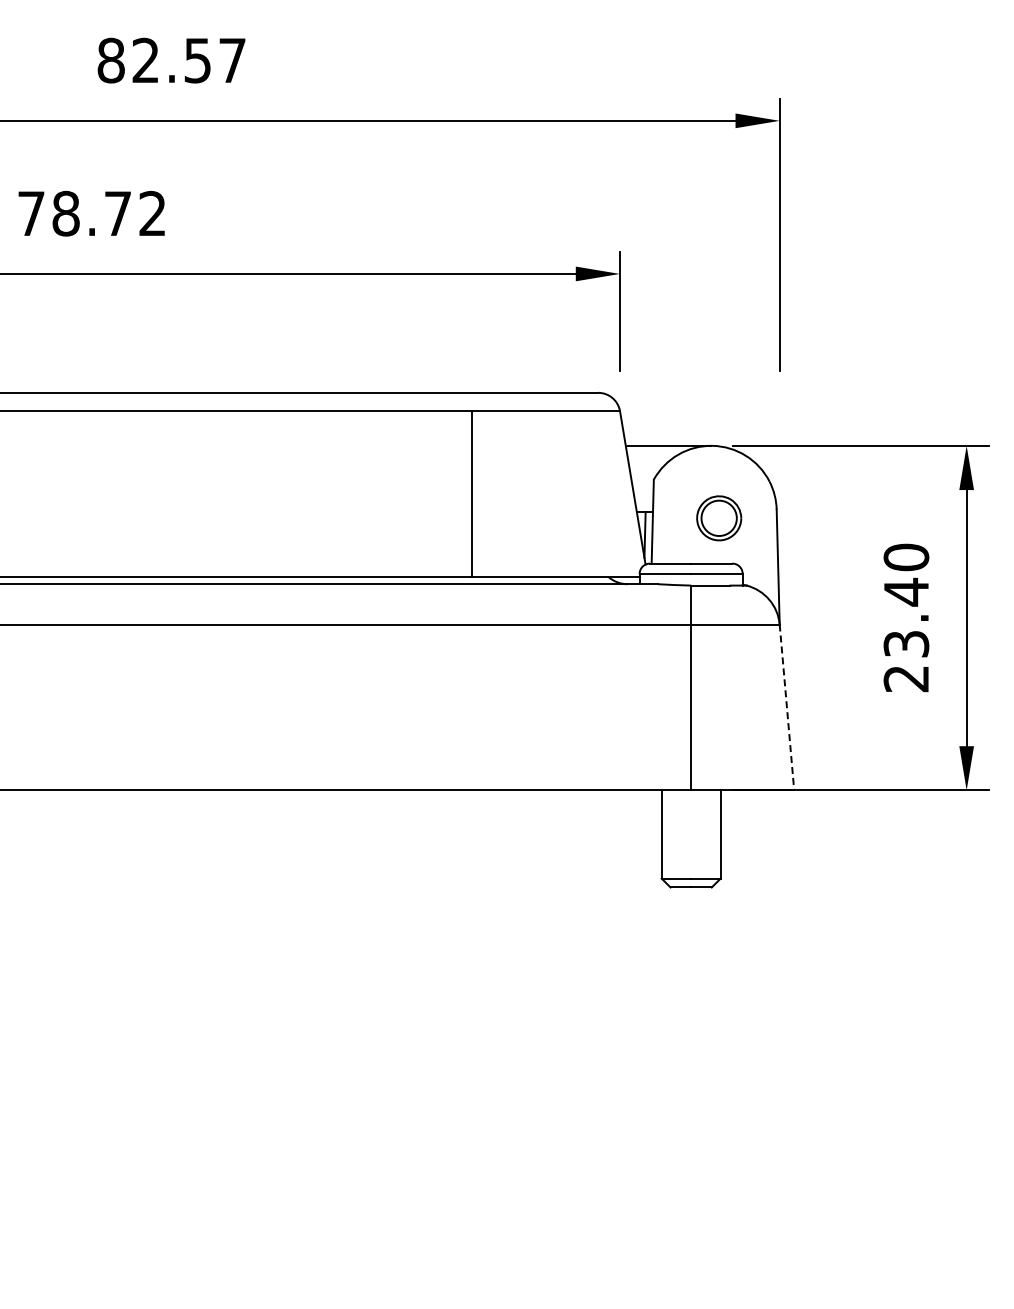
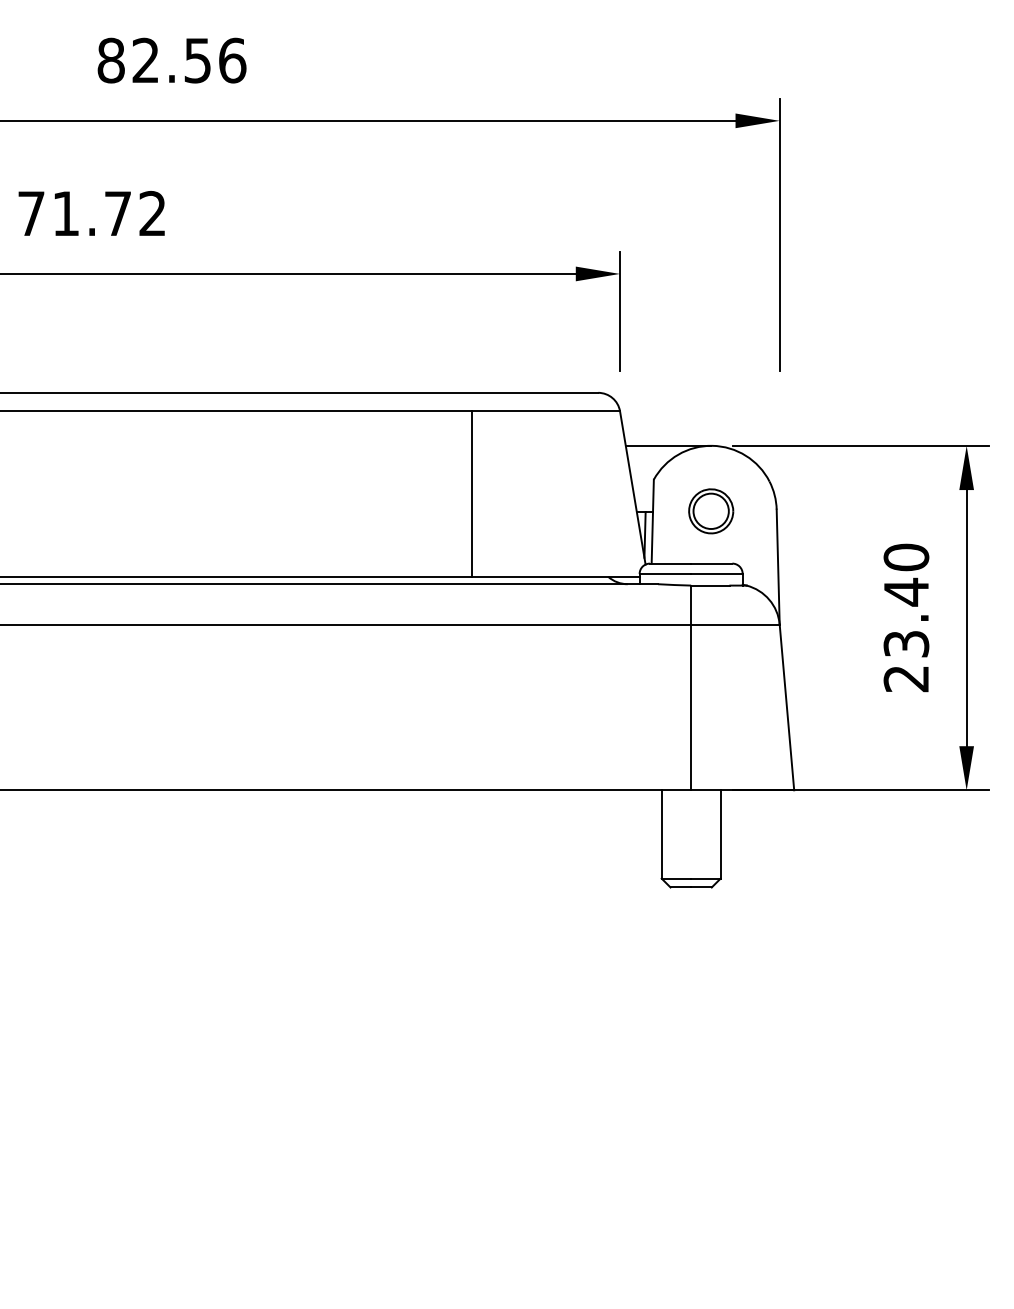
text at (232, 60): 82.57 -> 82.56
text at (65, 213): 78.72 -> 71.72
part at (719, 518) position: (719, 518) -> (711, 511)
line at (786, 707): dashed -> solid
